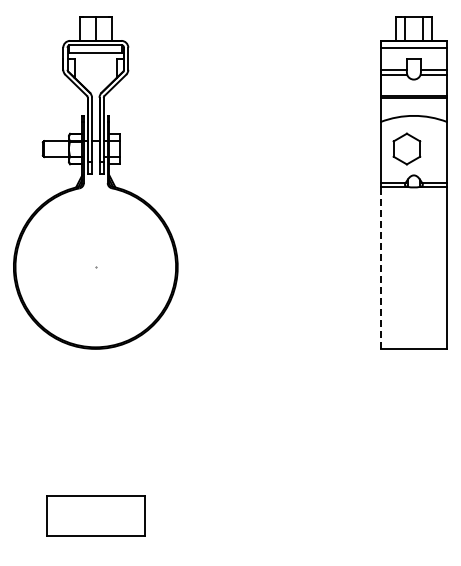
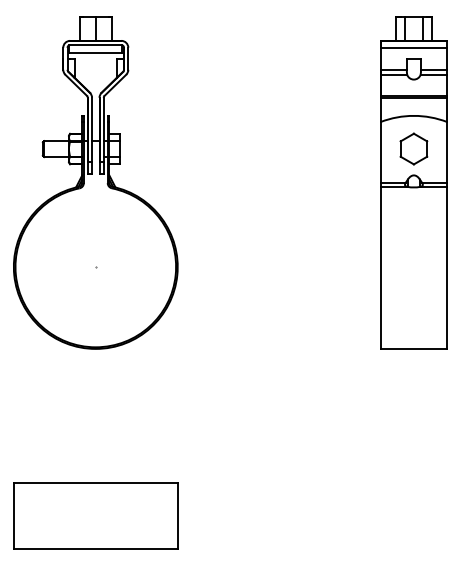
part at (406, 148) position: (406, 148) -> (413, 148)
line at (380, 267): dashed -> solid
part at (95, 515) size: 100x42 px -> 166x68 px
